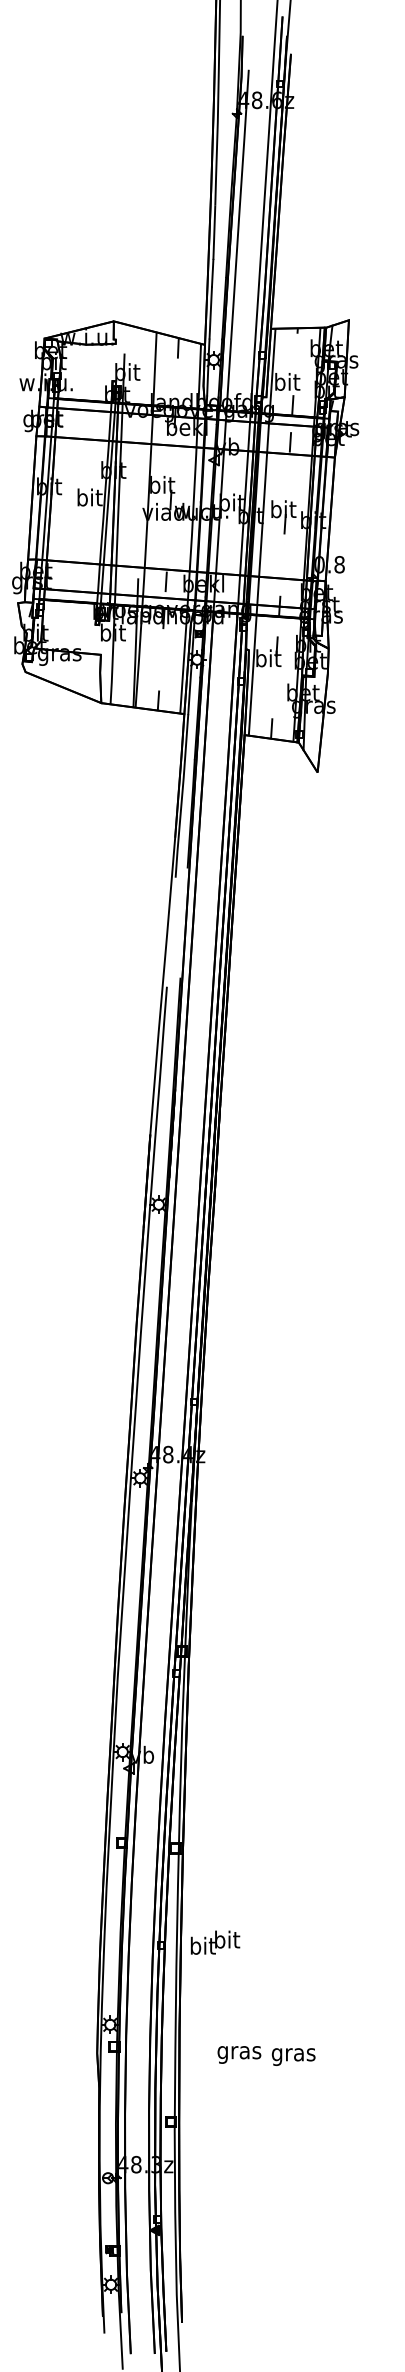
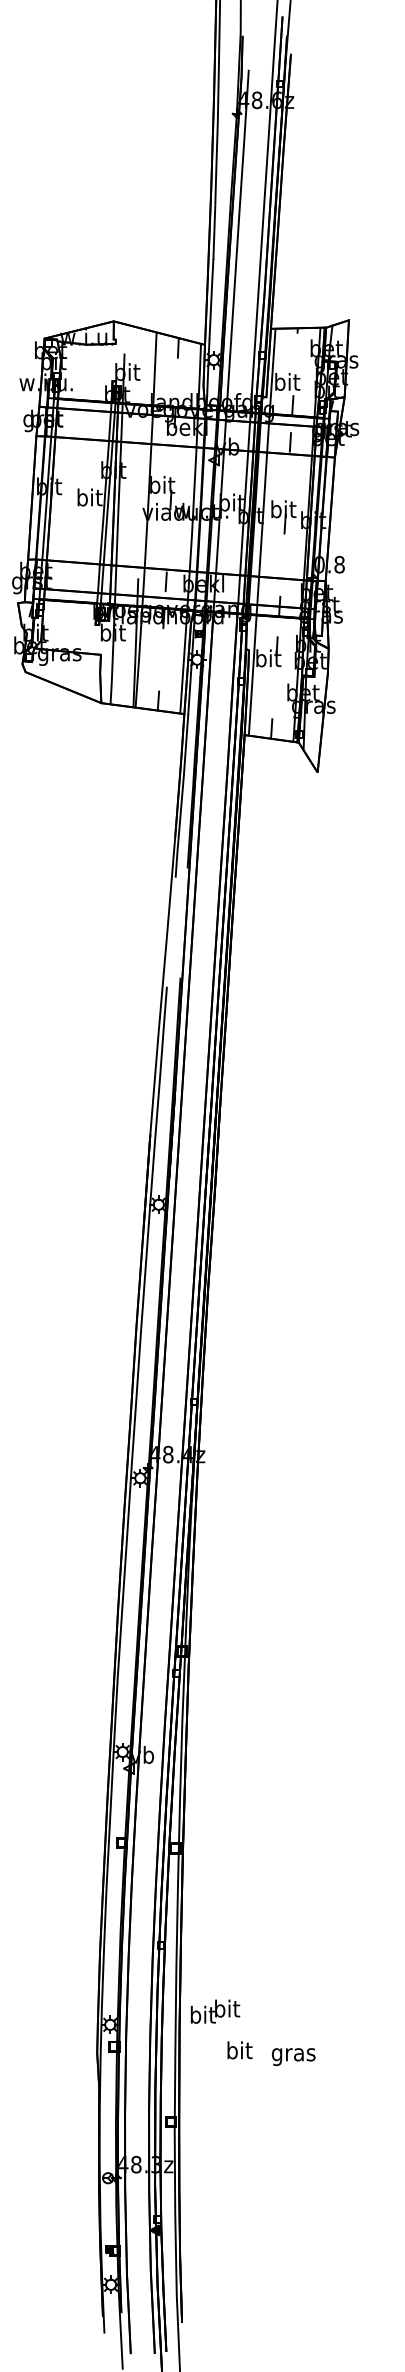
text at (215, 1942) position: (215, 1942) -> (215, 2011)
text at (239, 2052): gras -> bit
